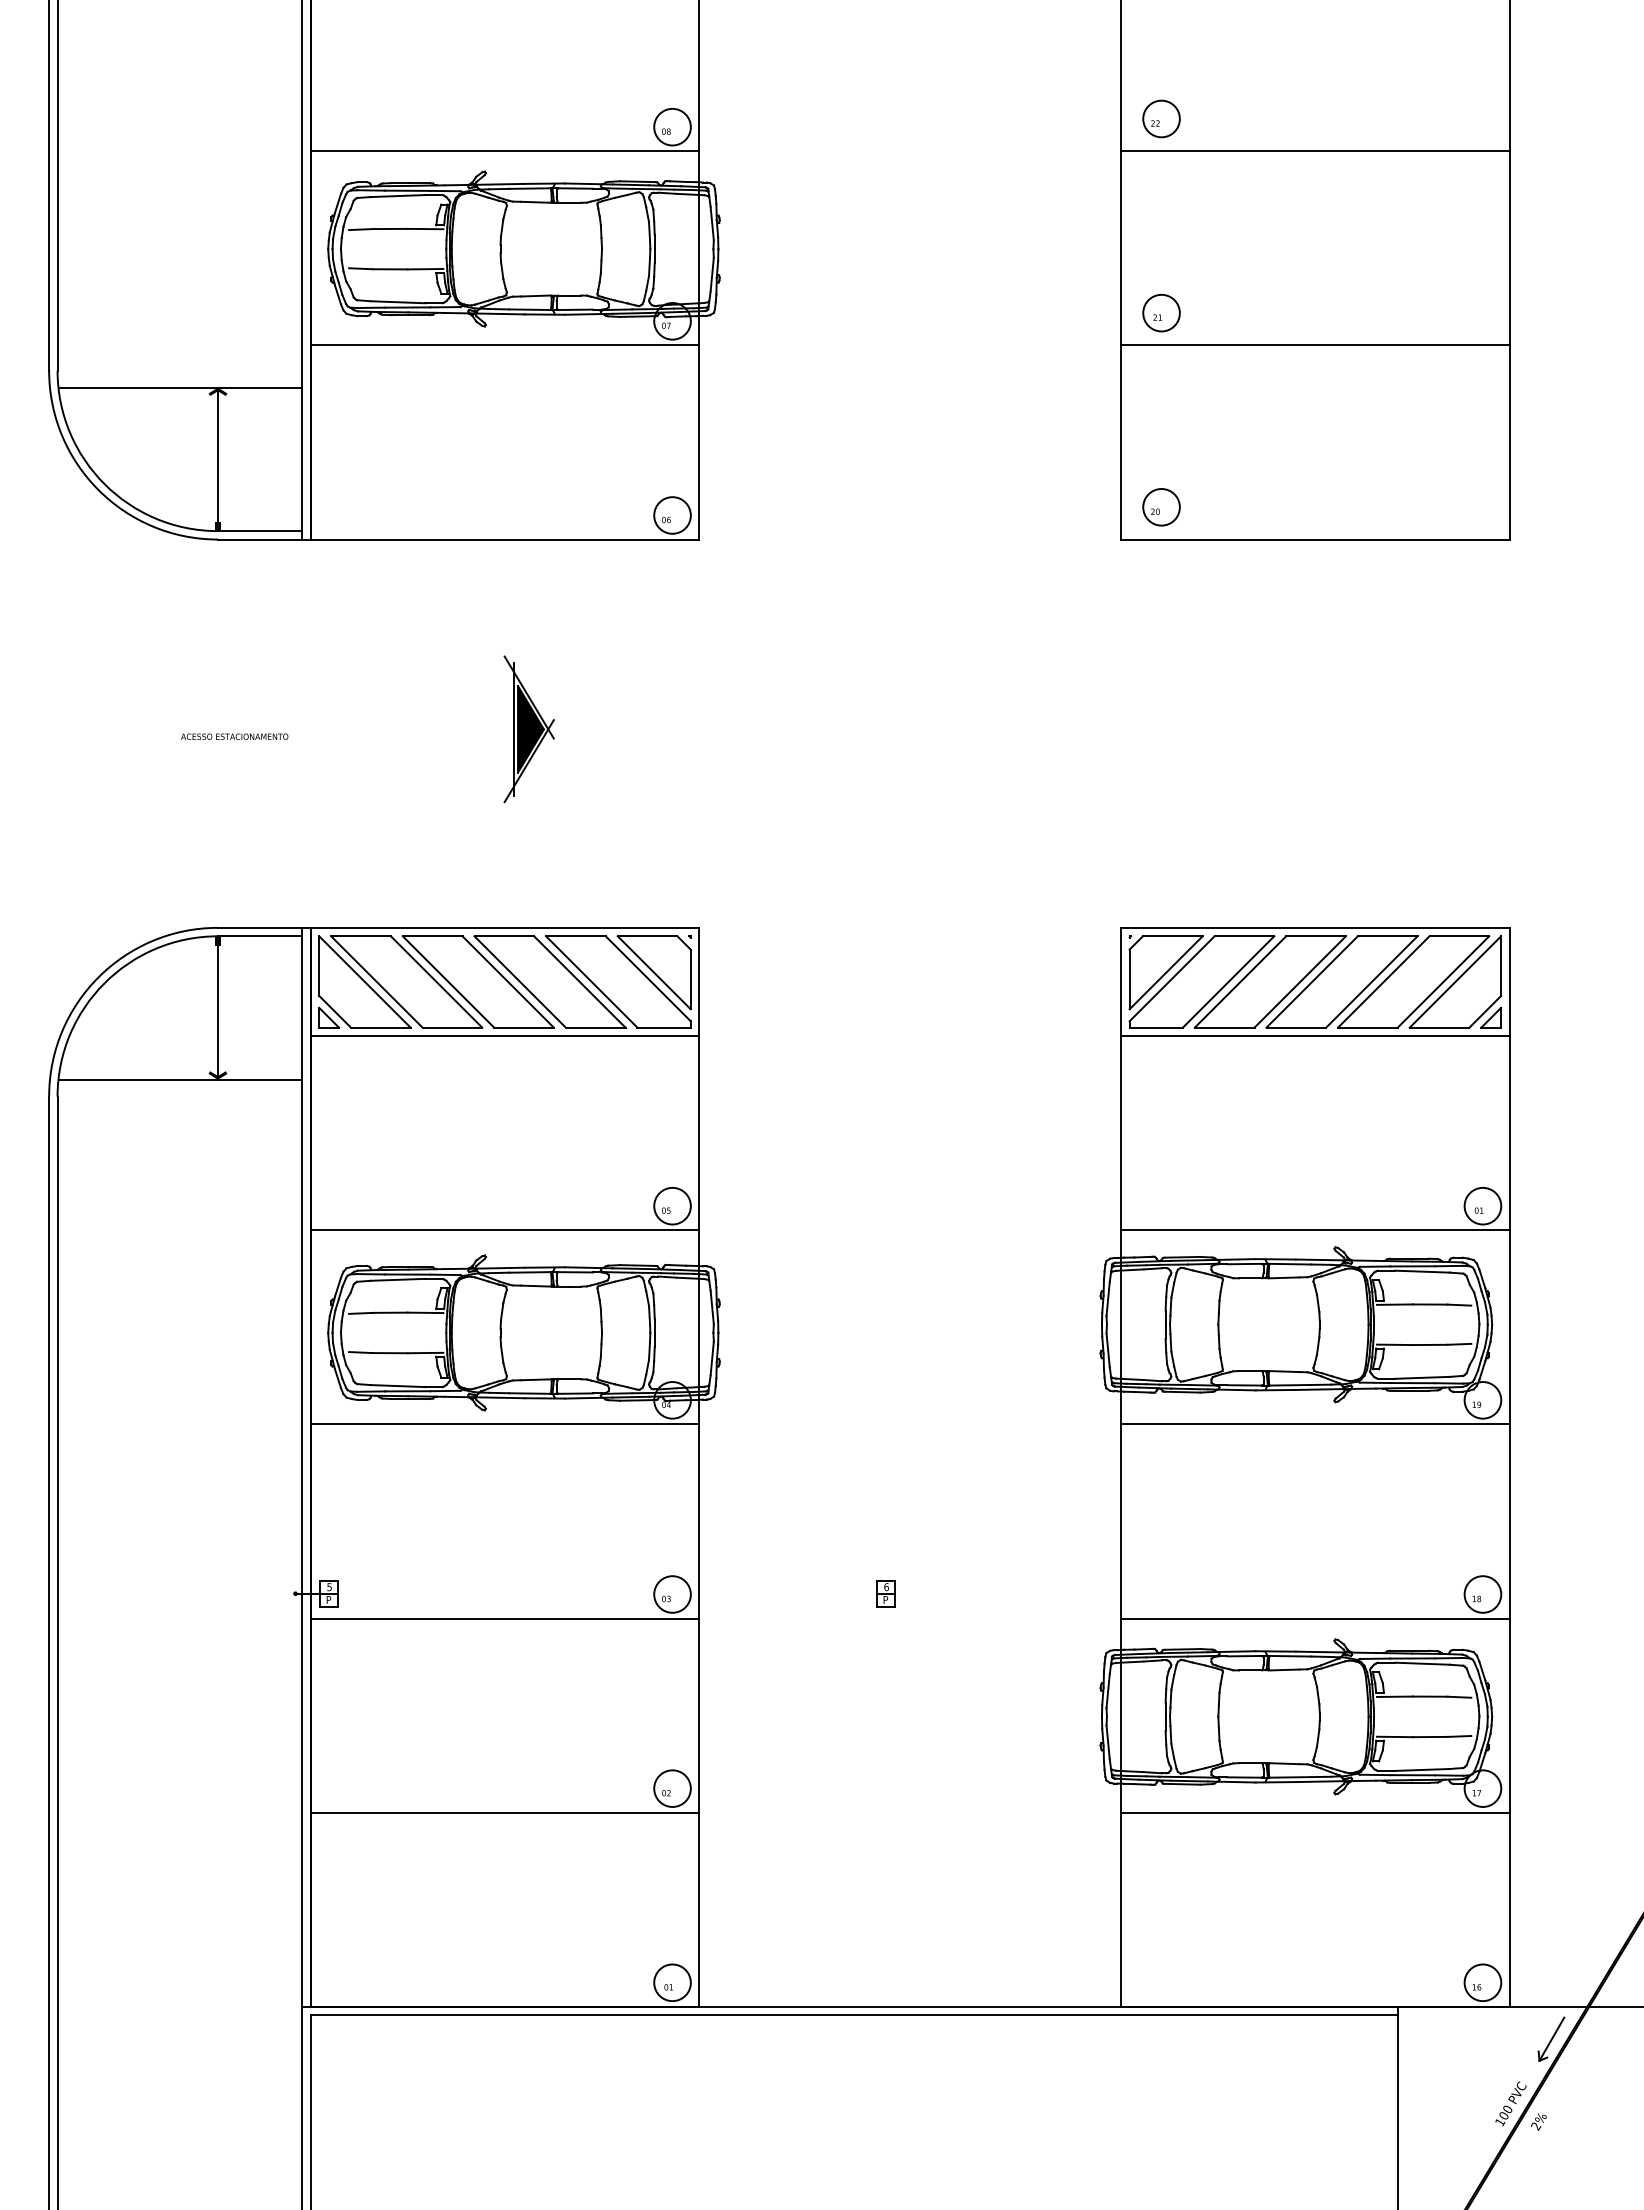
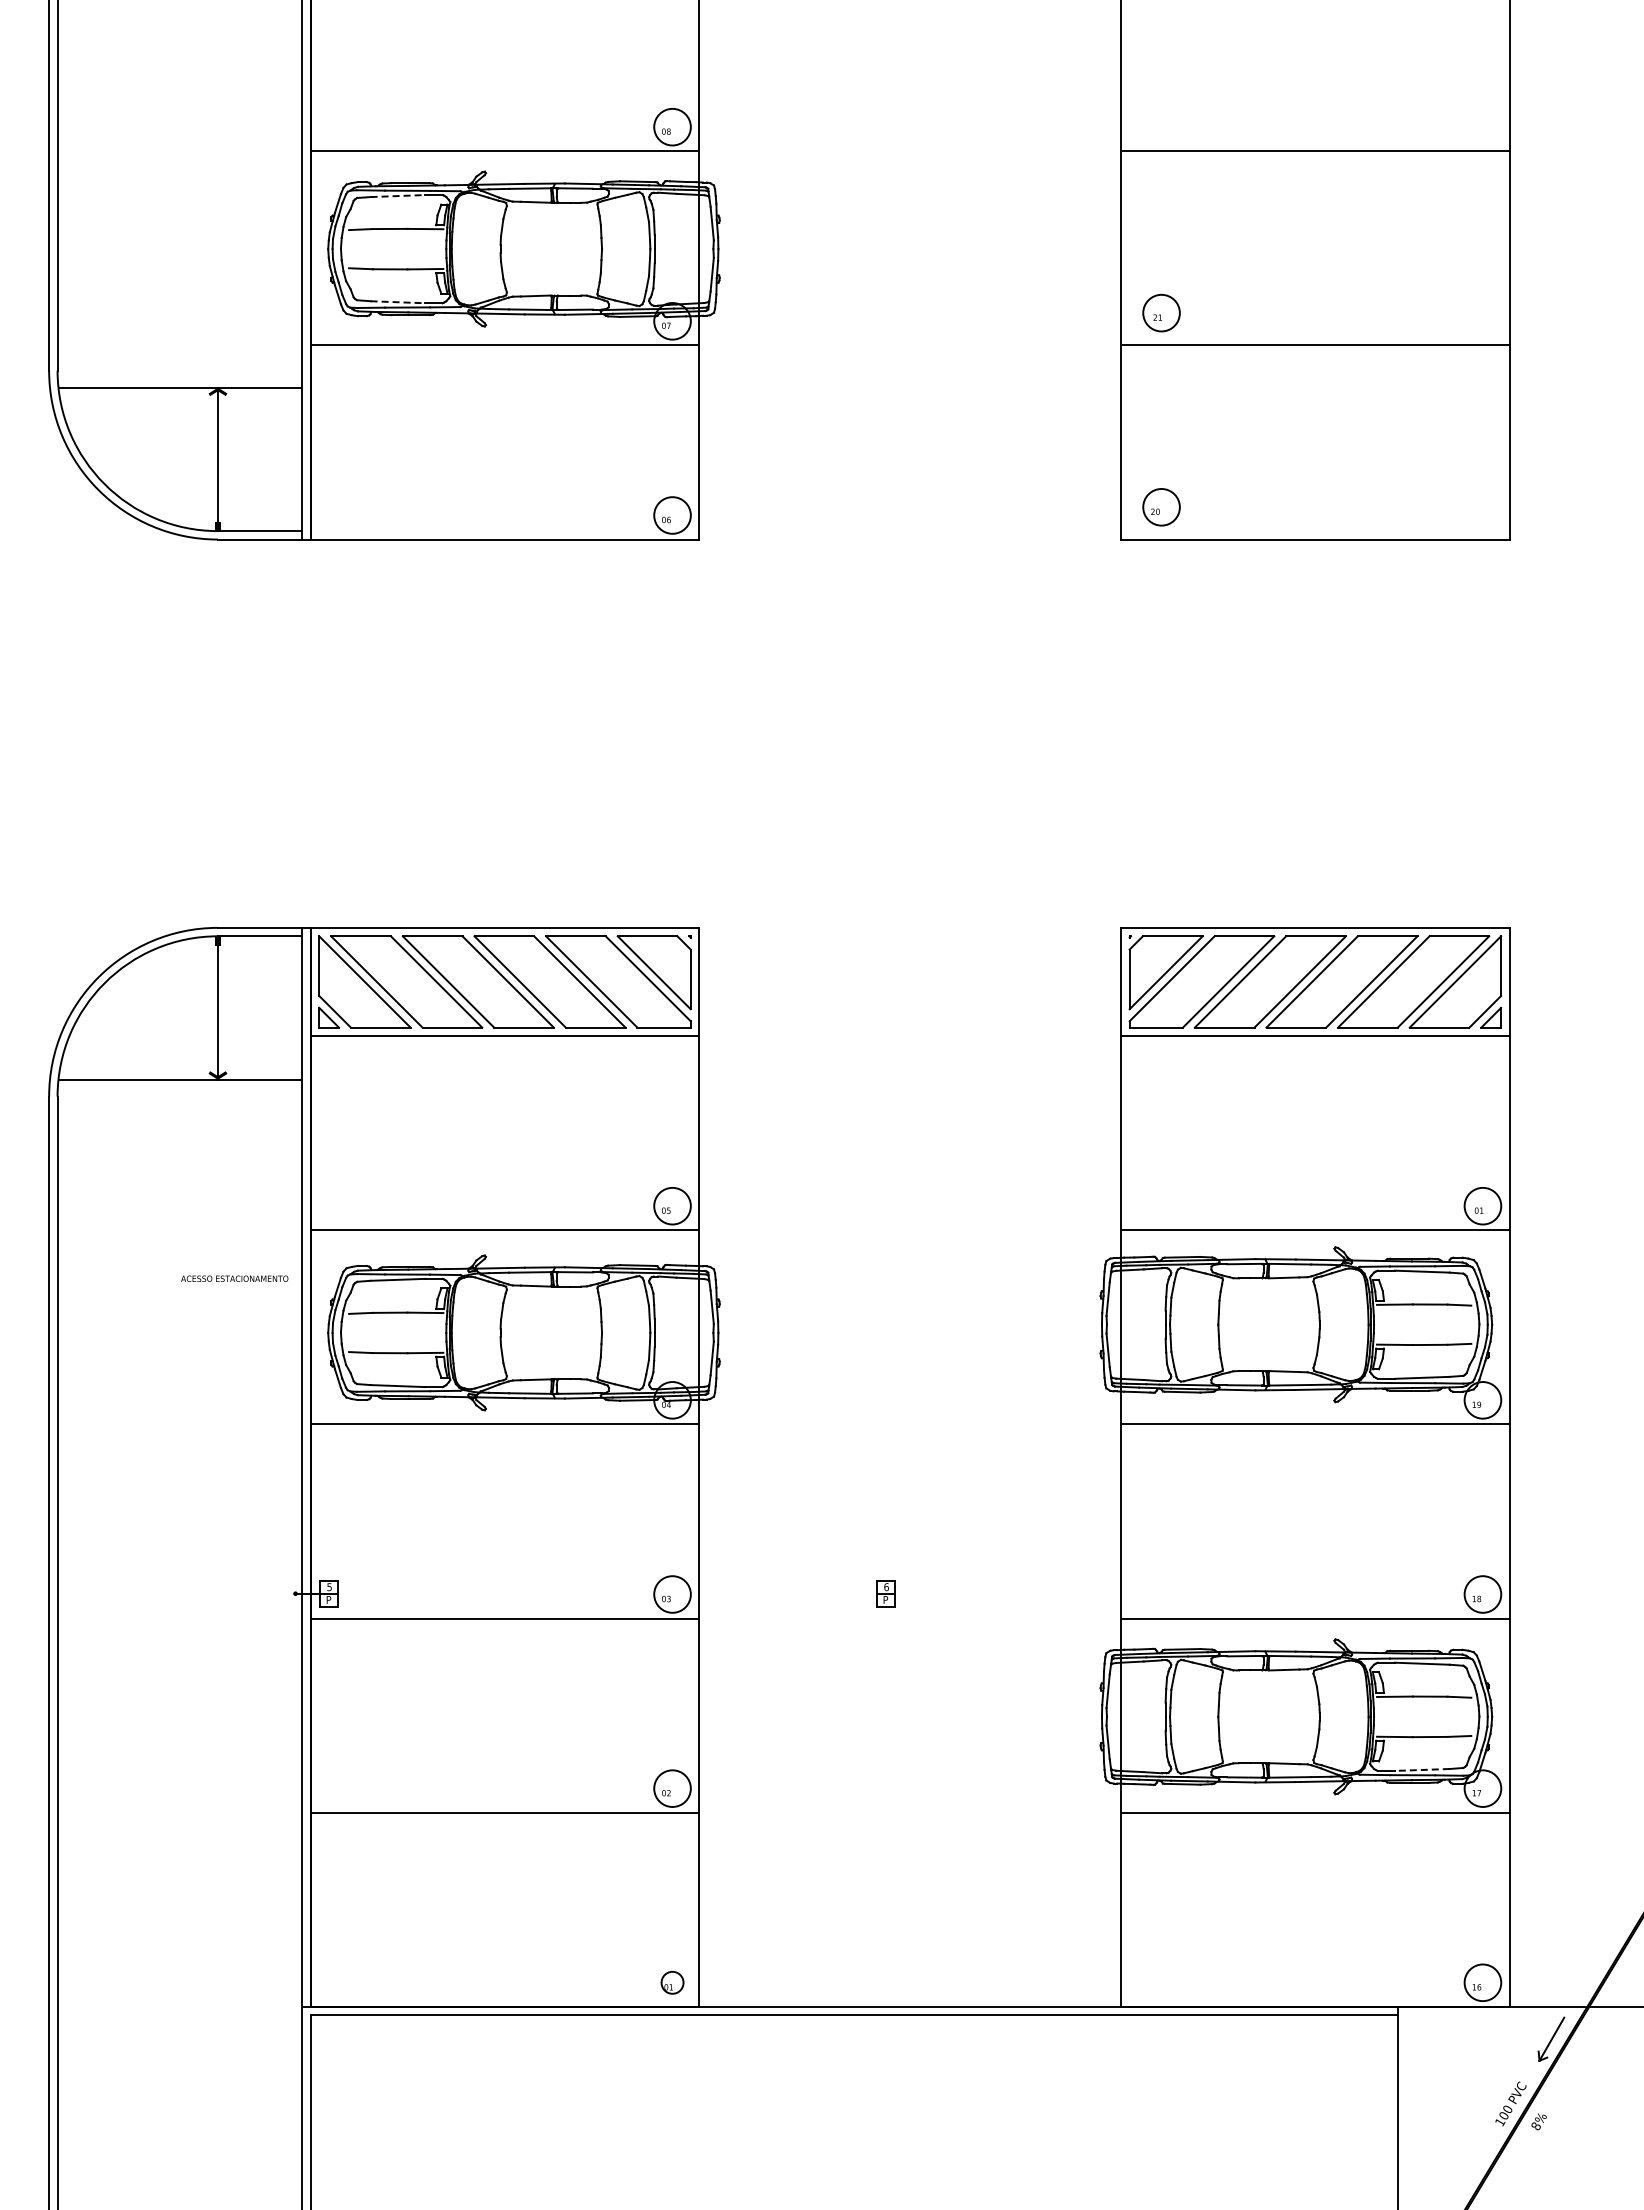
part at (1161, 118): present -> none
line at (398, 196): solid -> dashed
line at (398, 302): solid -> dashed
part at (528, 729): present -> none
text at (234, 736) position: (234, 736) -> (234, 1278)
line at (1421, 1769): solid -> dashed
circle at (672, 1982) diameter: 37 px -> 22 px
text at (1536, 2126): 2% -> 8%
